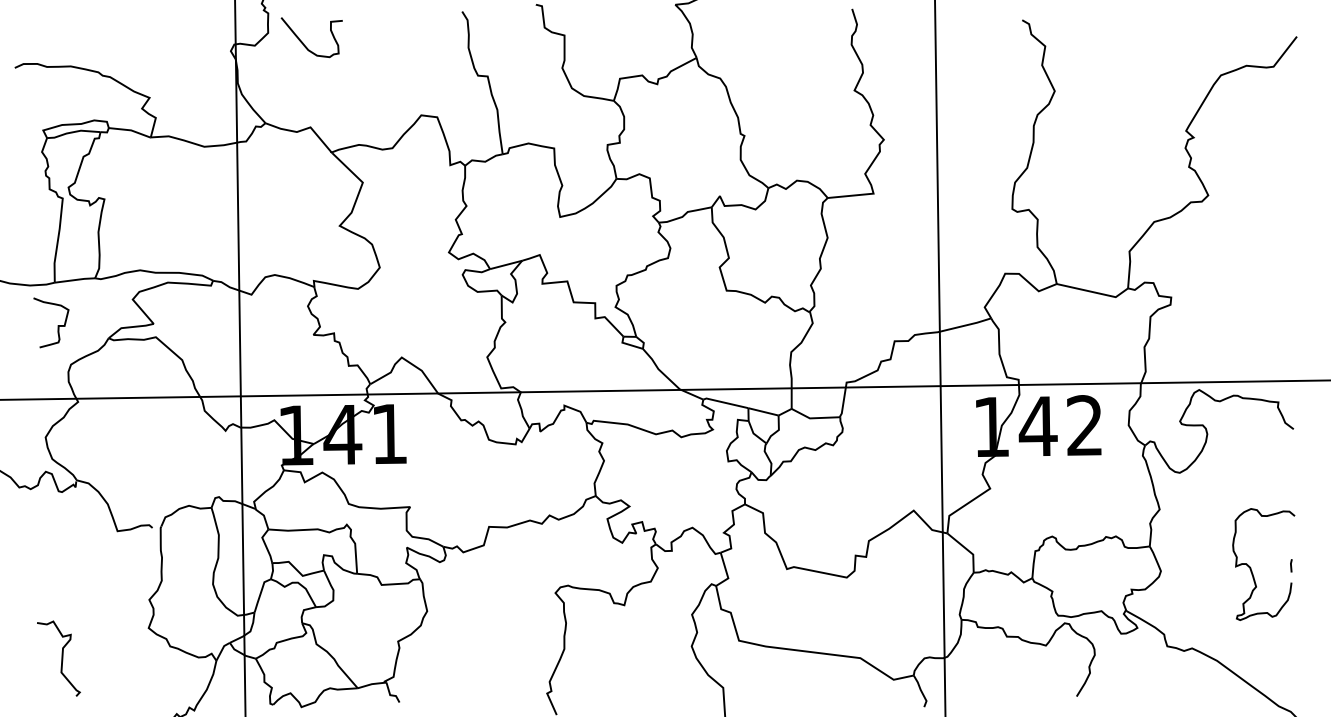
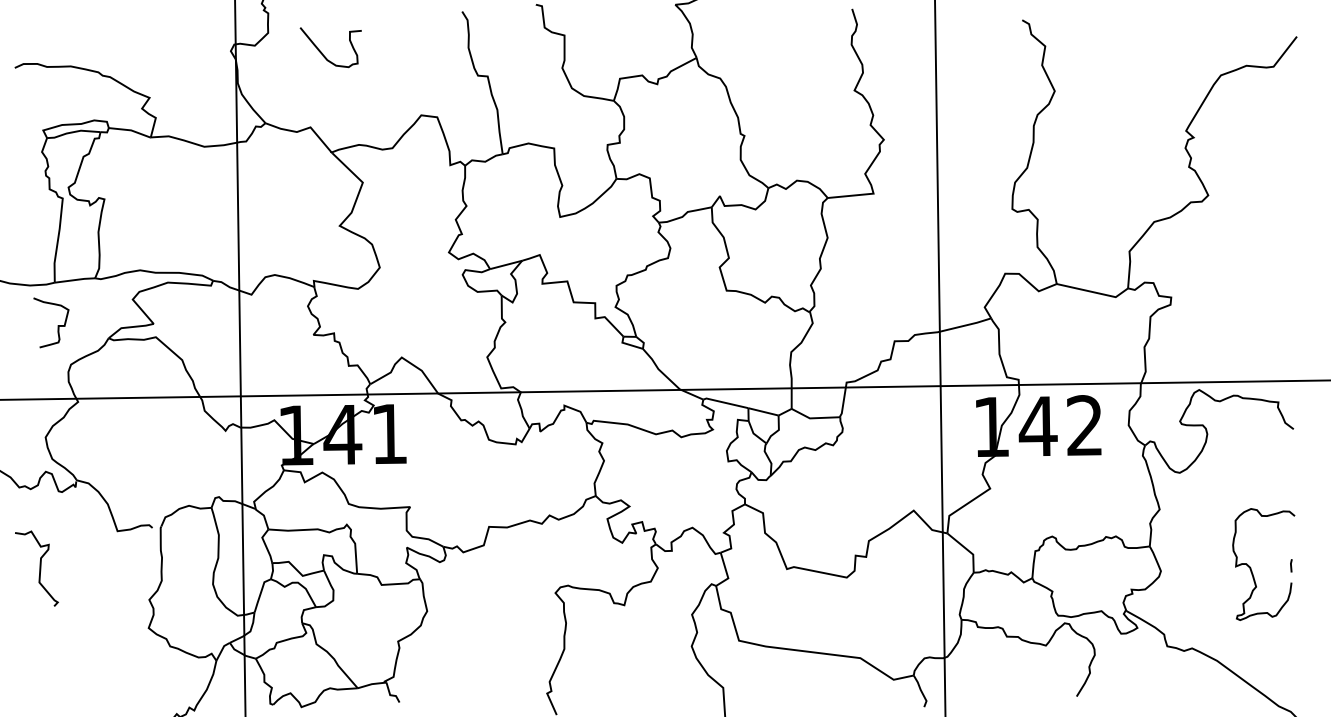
curve at (303, 42) position: (303, 42) -> (322, 52)
curve at (61, 658) position: (61, 658) -> (39, 568)
